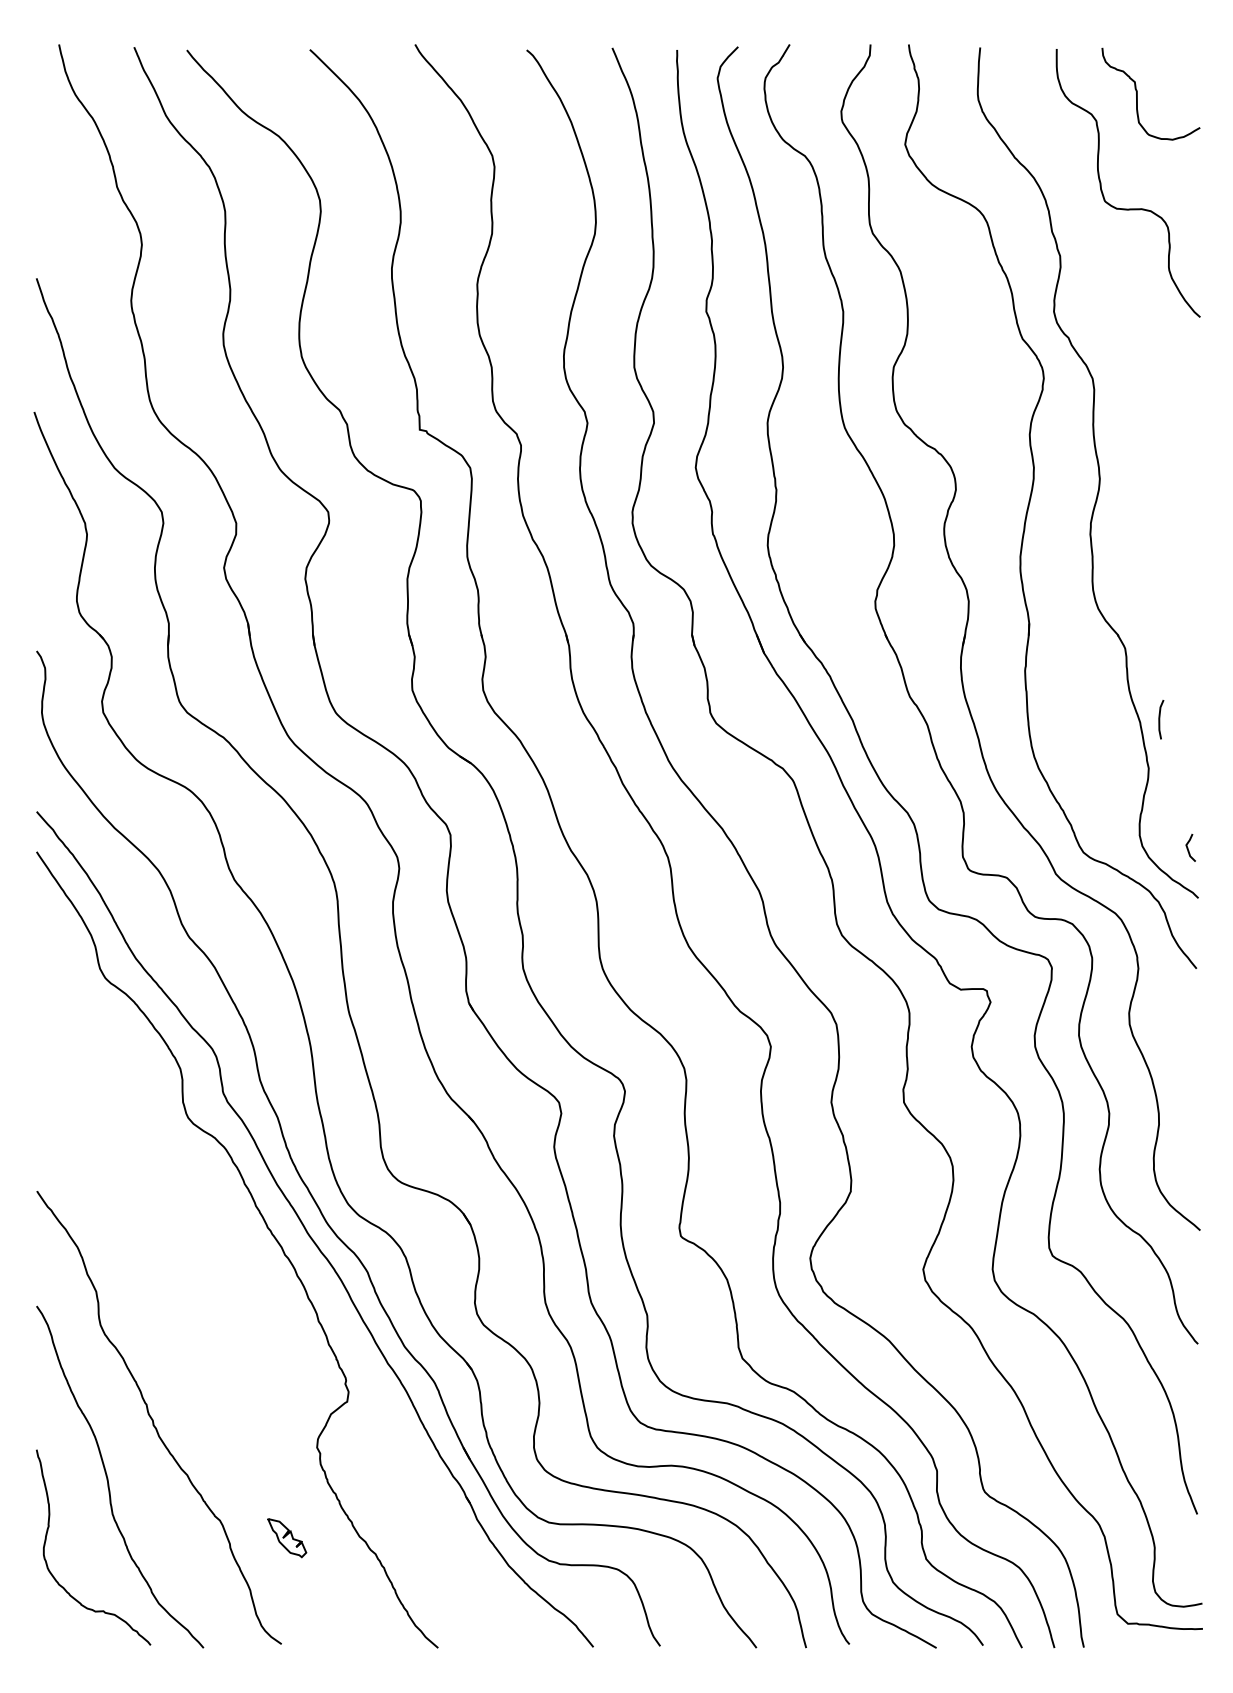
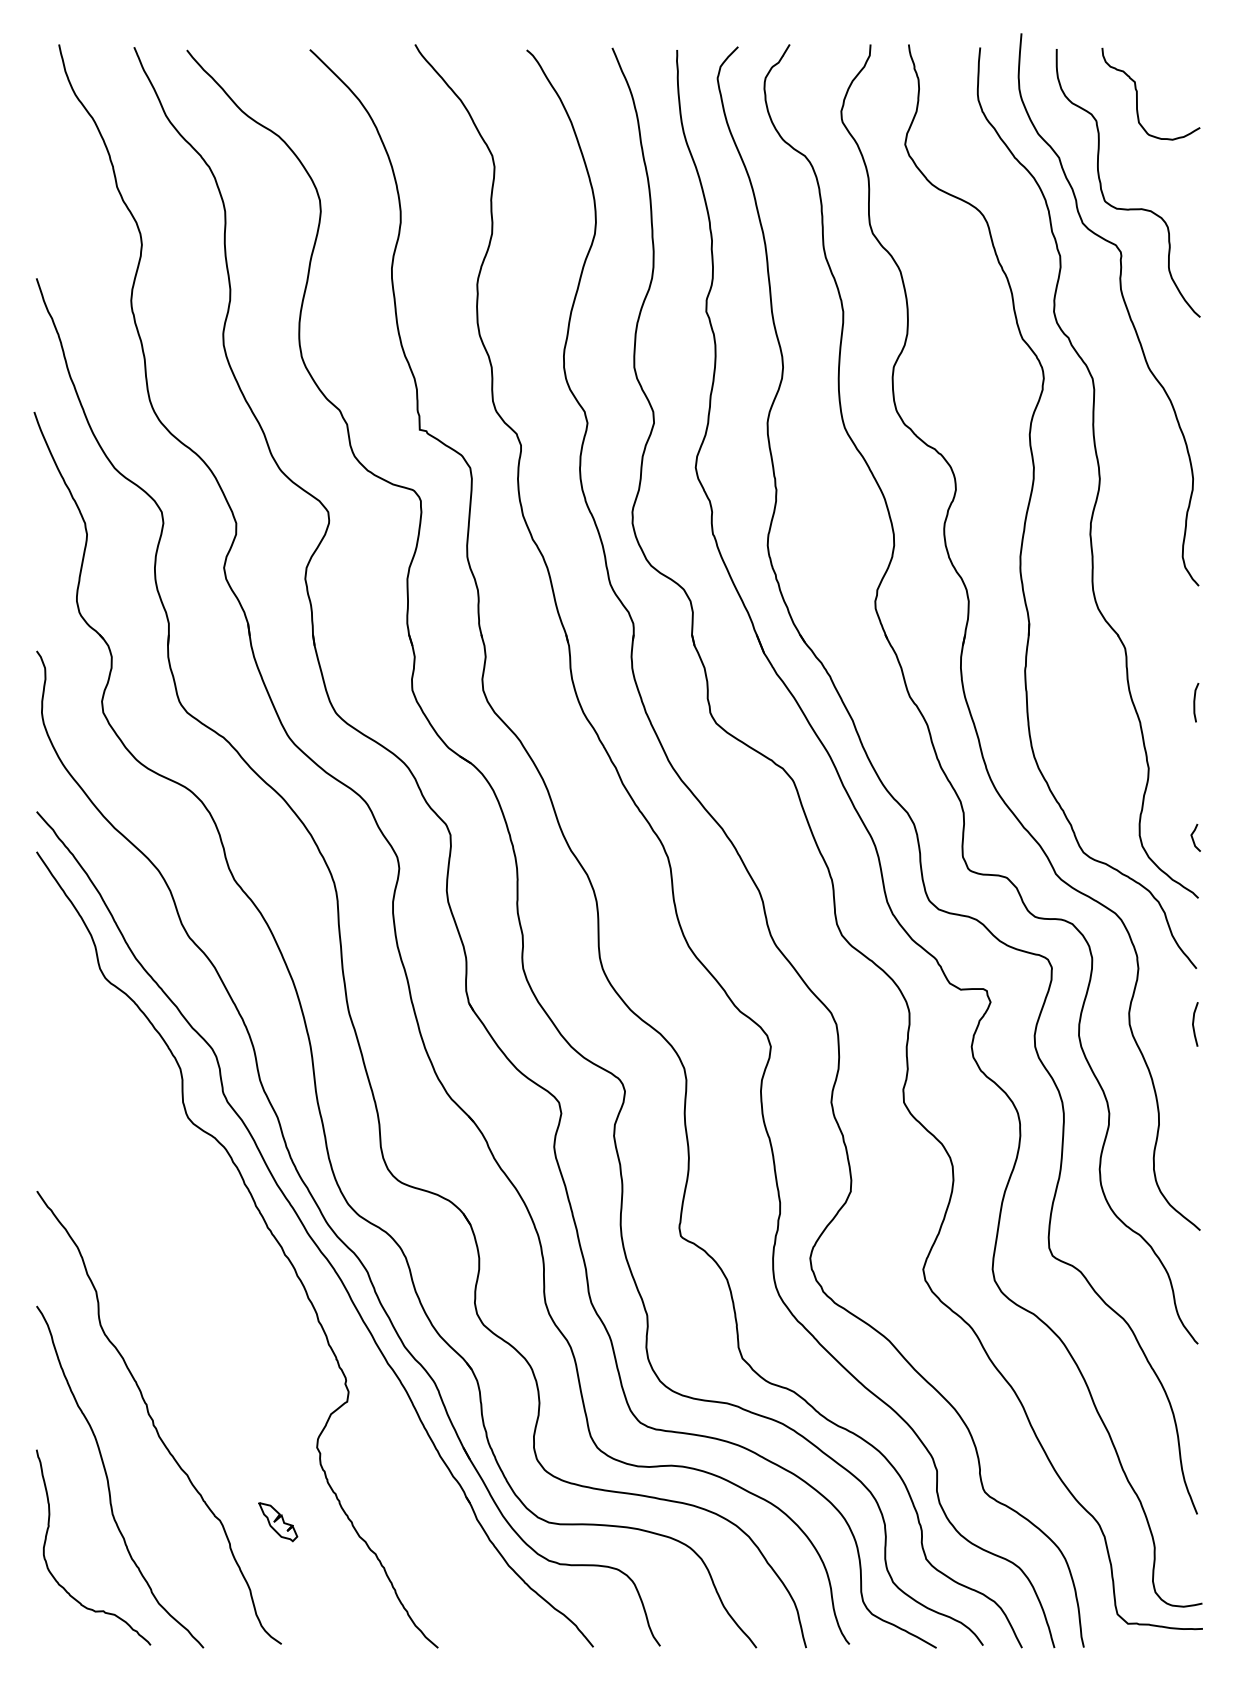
curve at (1123, 302): none -> present
line at (1160, 719) position: (1160, 719) -> (1195, 702)
line at (1188, 847) position: (1188, 847) -> (1193, 837)
curve at (1193, 1024): none -> present
part at (287, 1538) position: (287, 1538) -> (278, 1522)
